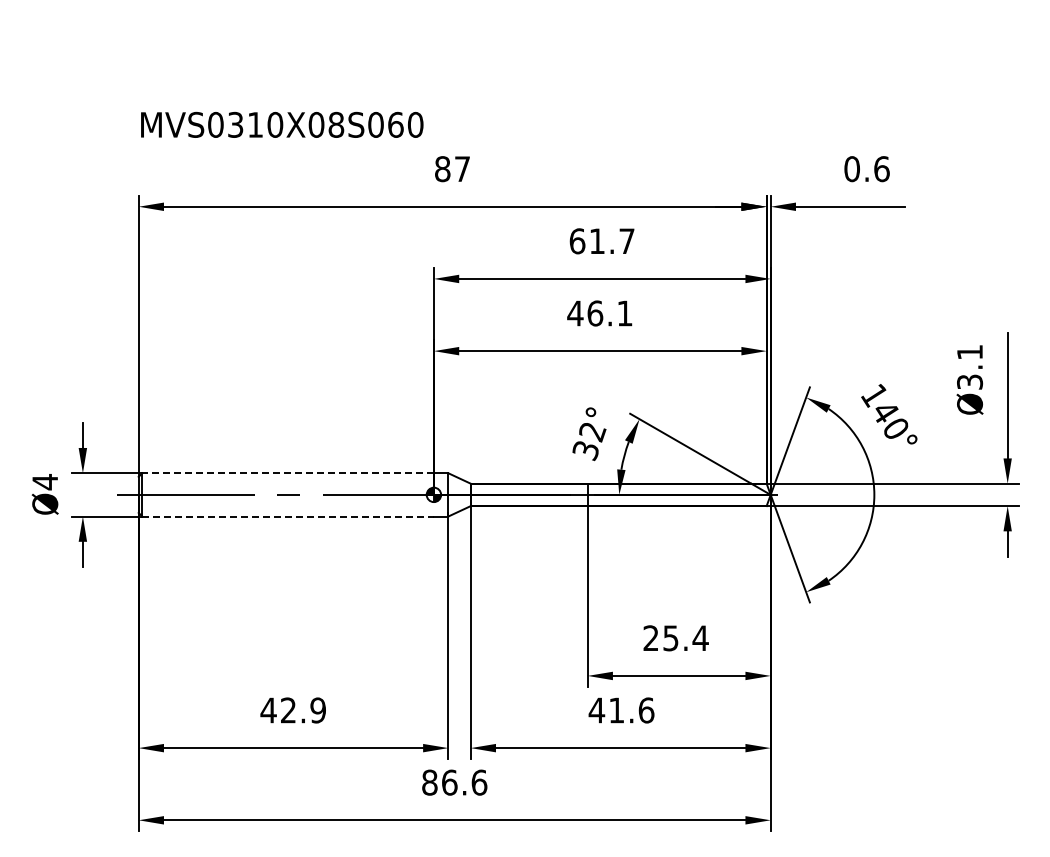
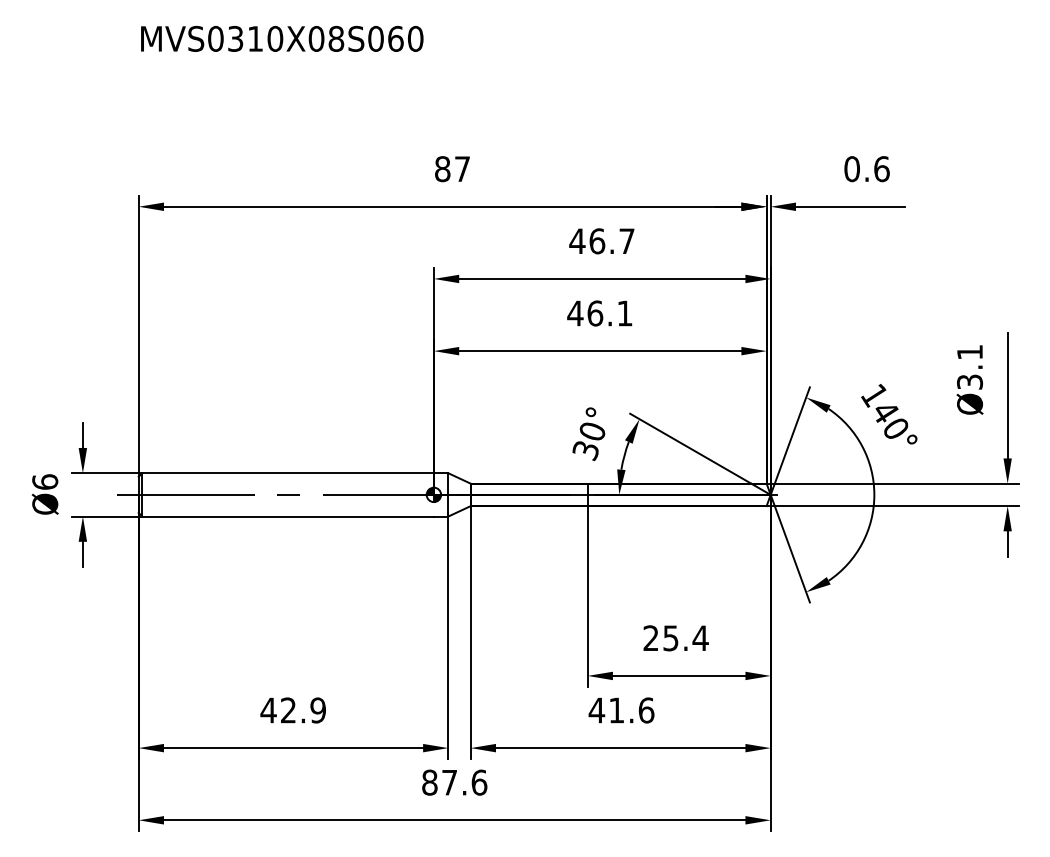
text at (282, 124) position: (282, 124) -> (282, 38)
text at (587, 241): 61.7 -> 46.7
text at (592, 432): 32° -> 30°
line at (288, 473): dashed -> solid
text at (45, 482): Ø4 -> Ø6
line at (288, 516): dashed -> solid
text at (449, 782): 86.6 -> 87.6
